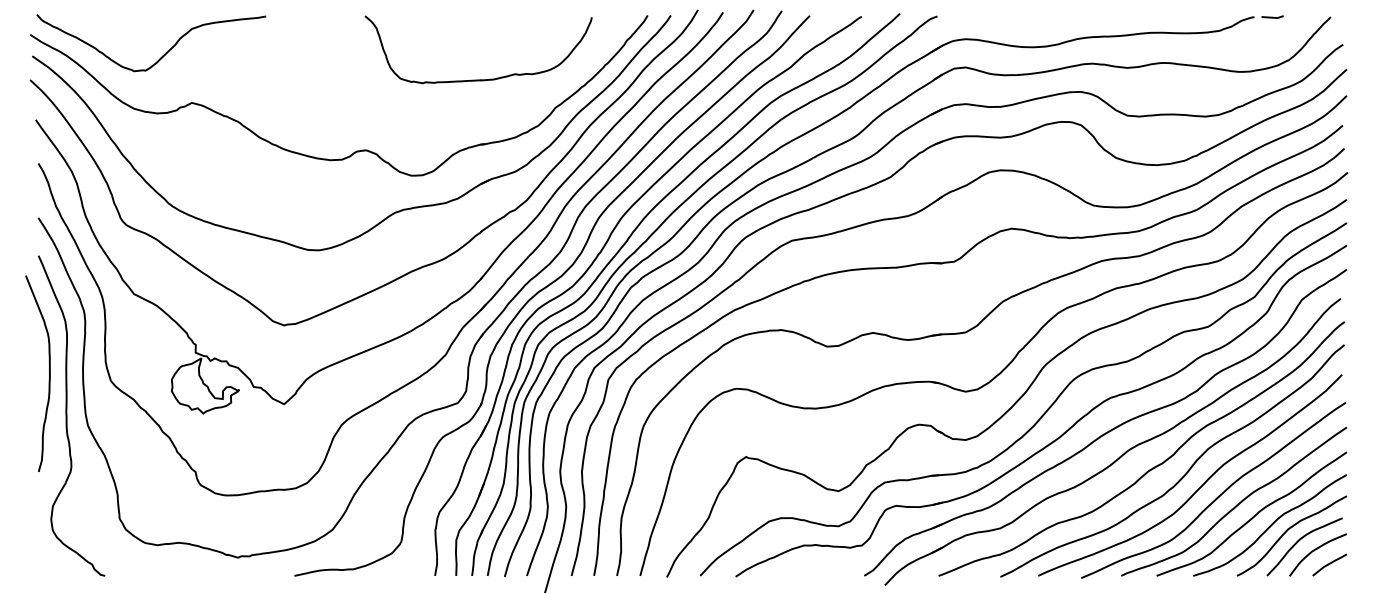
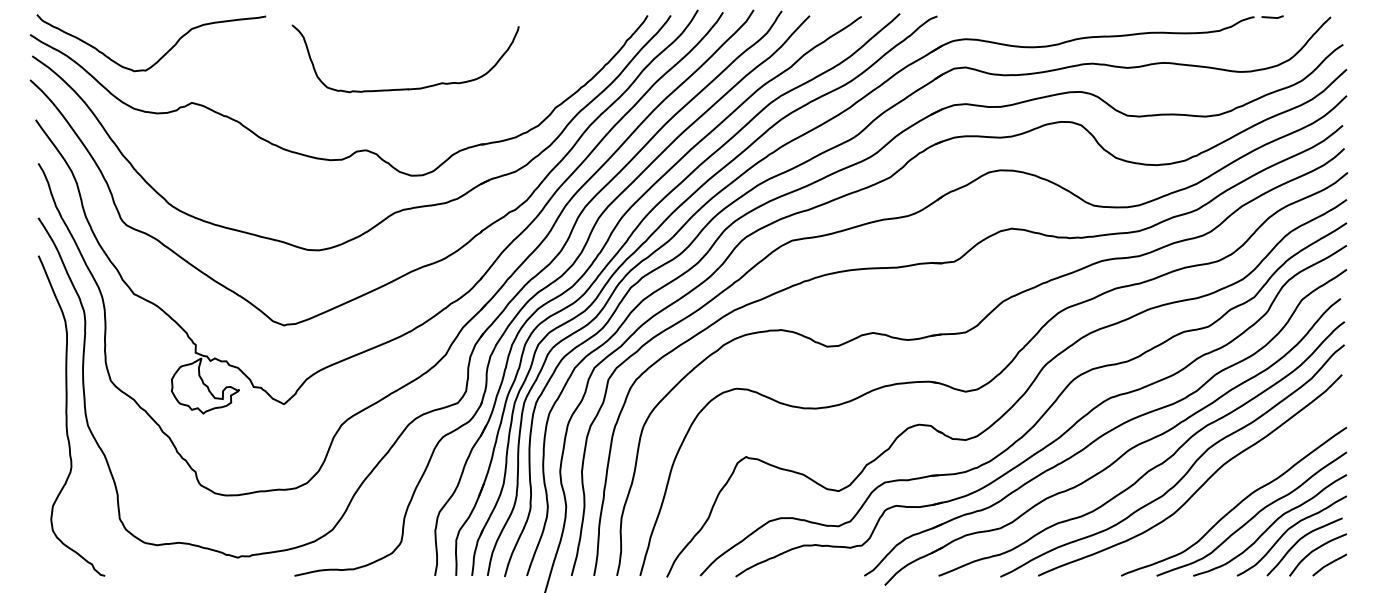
part at (478, 79) position: (478, 79) -> (405, 88)
curve at (49, 373): present -> none
curve at (1218, 495): present -> none
